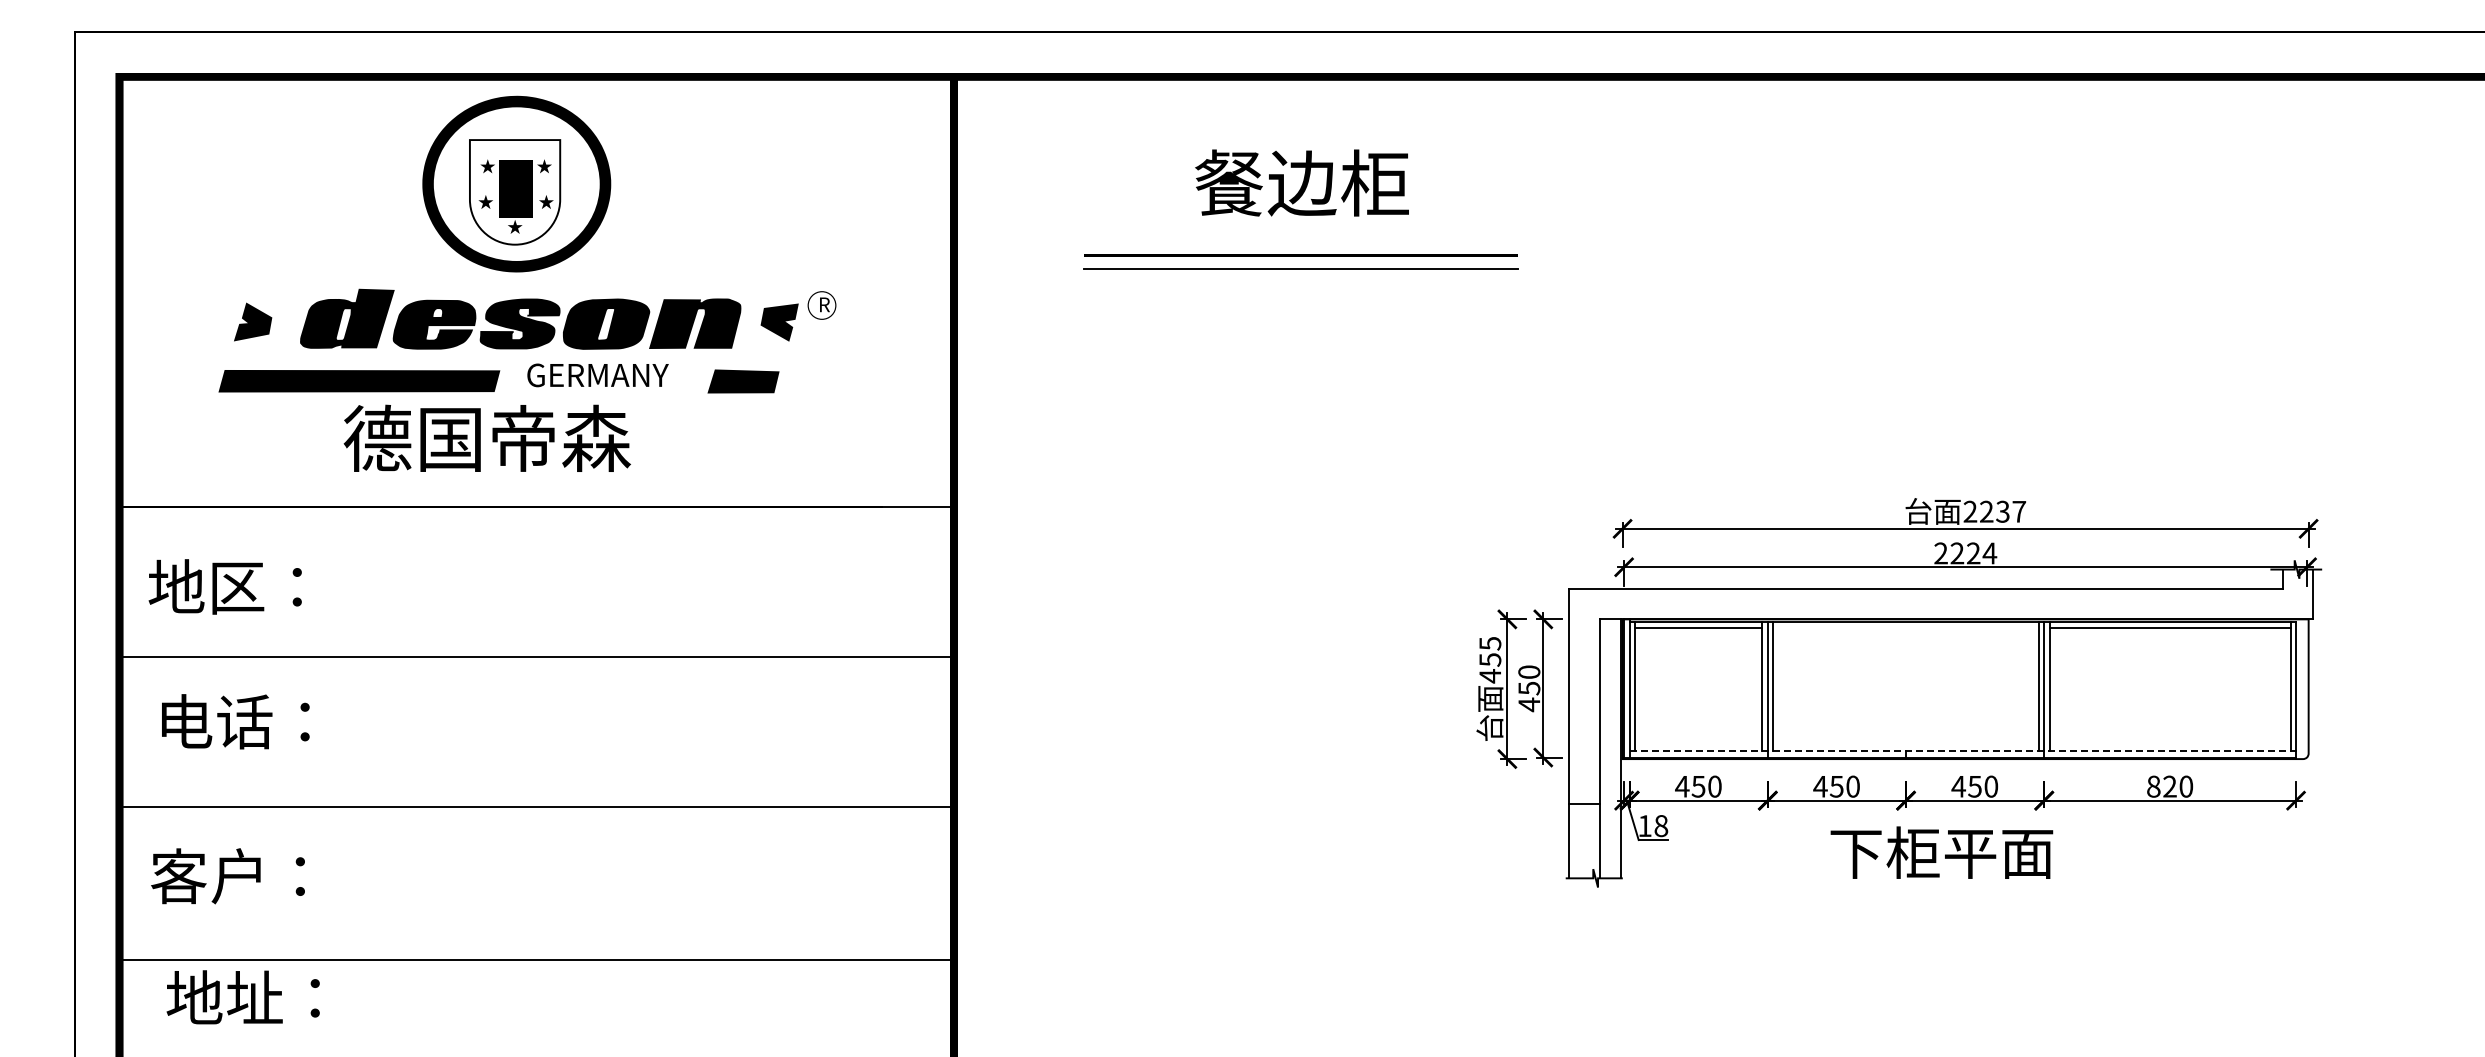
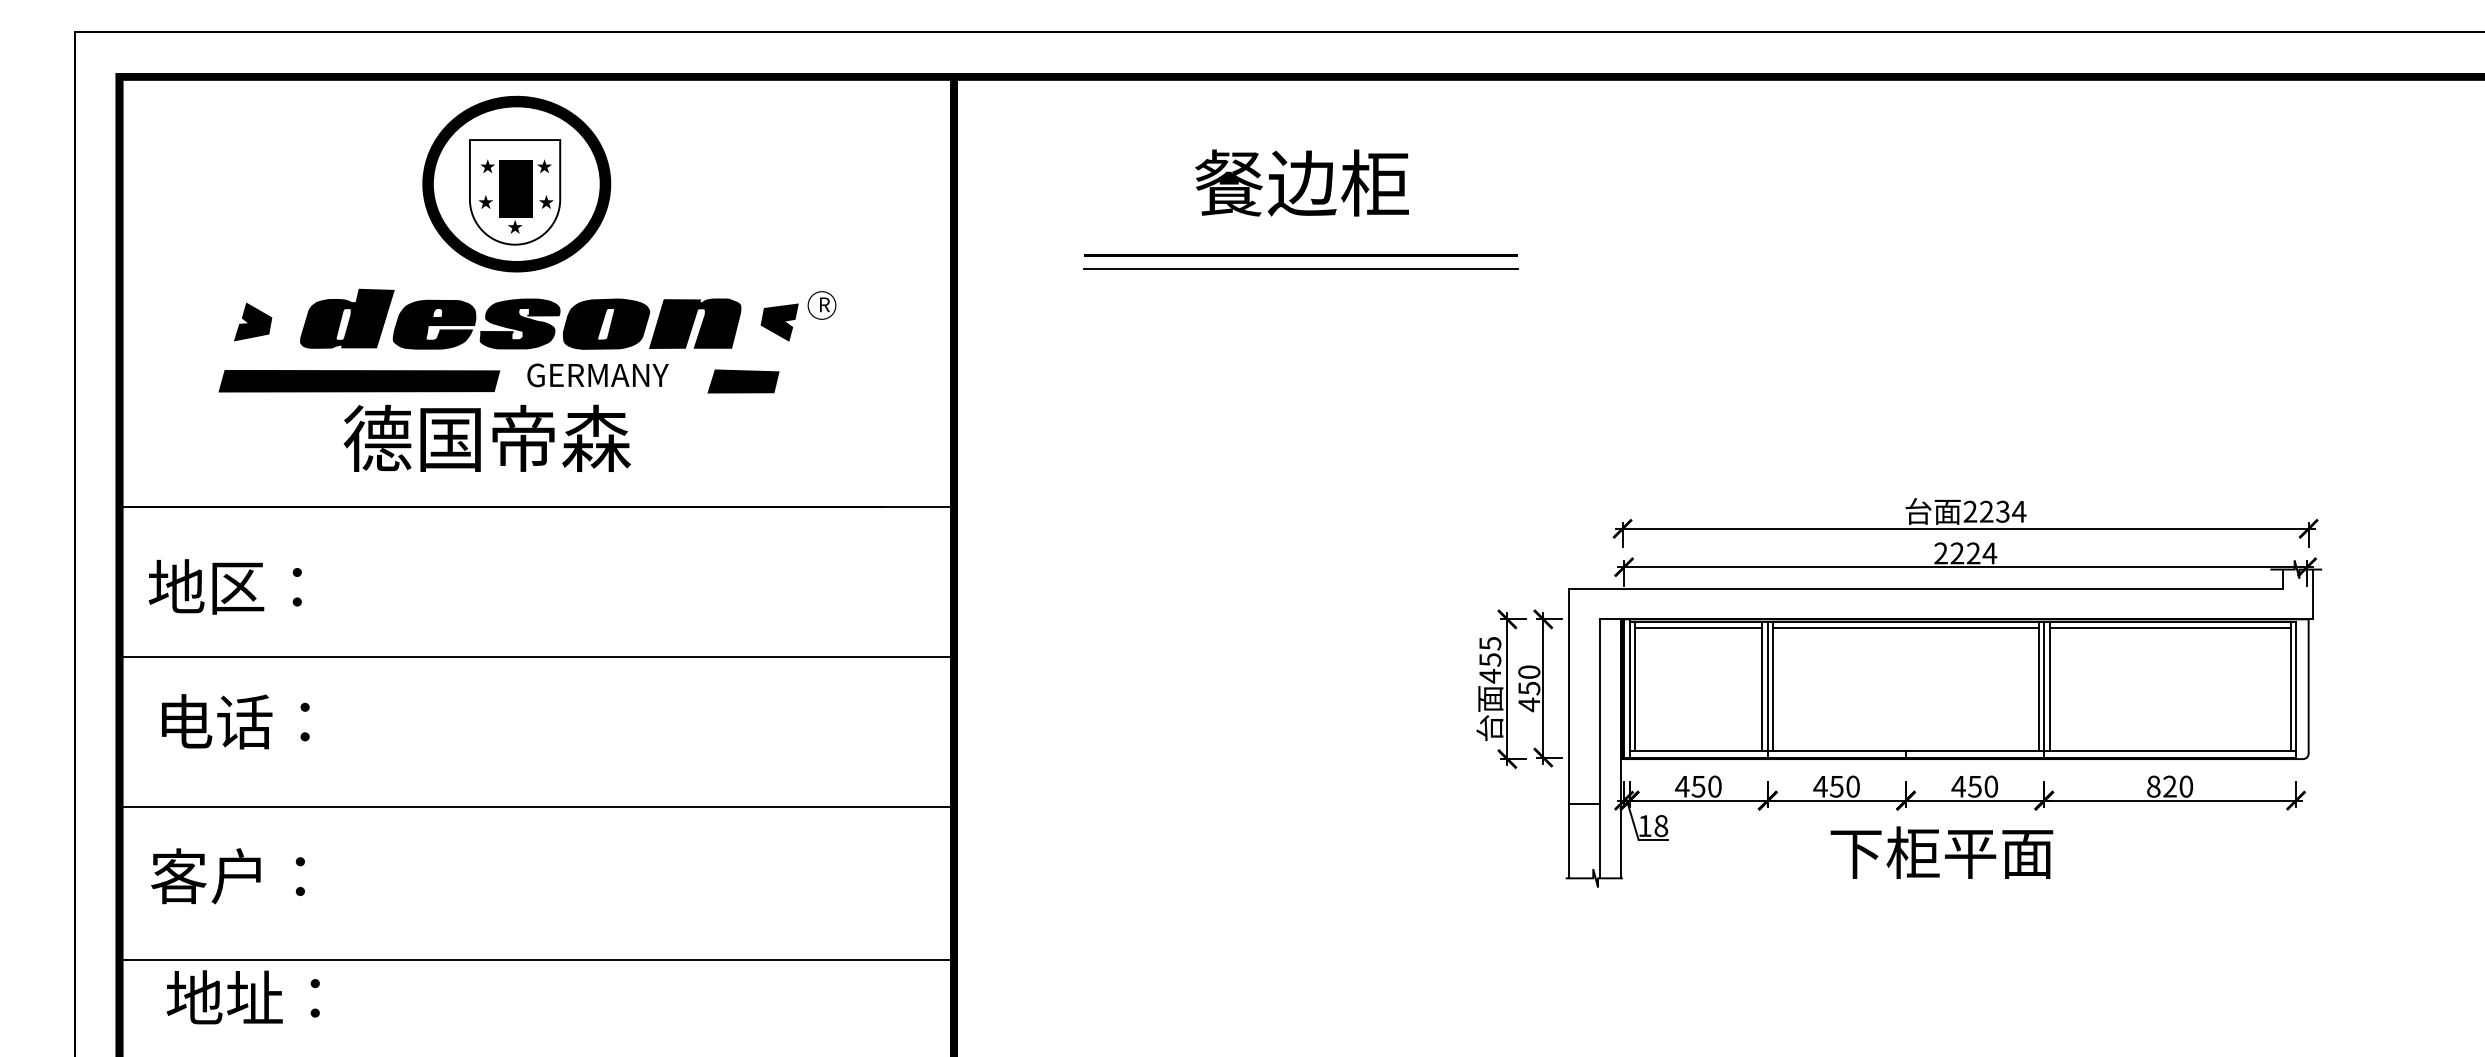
text at (2018, 511): 2237 -> 2234
line at (1905, 627): none -> present
line at (1963, 751): dashed -> solid
